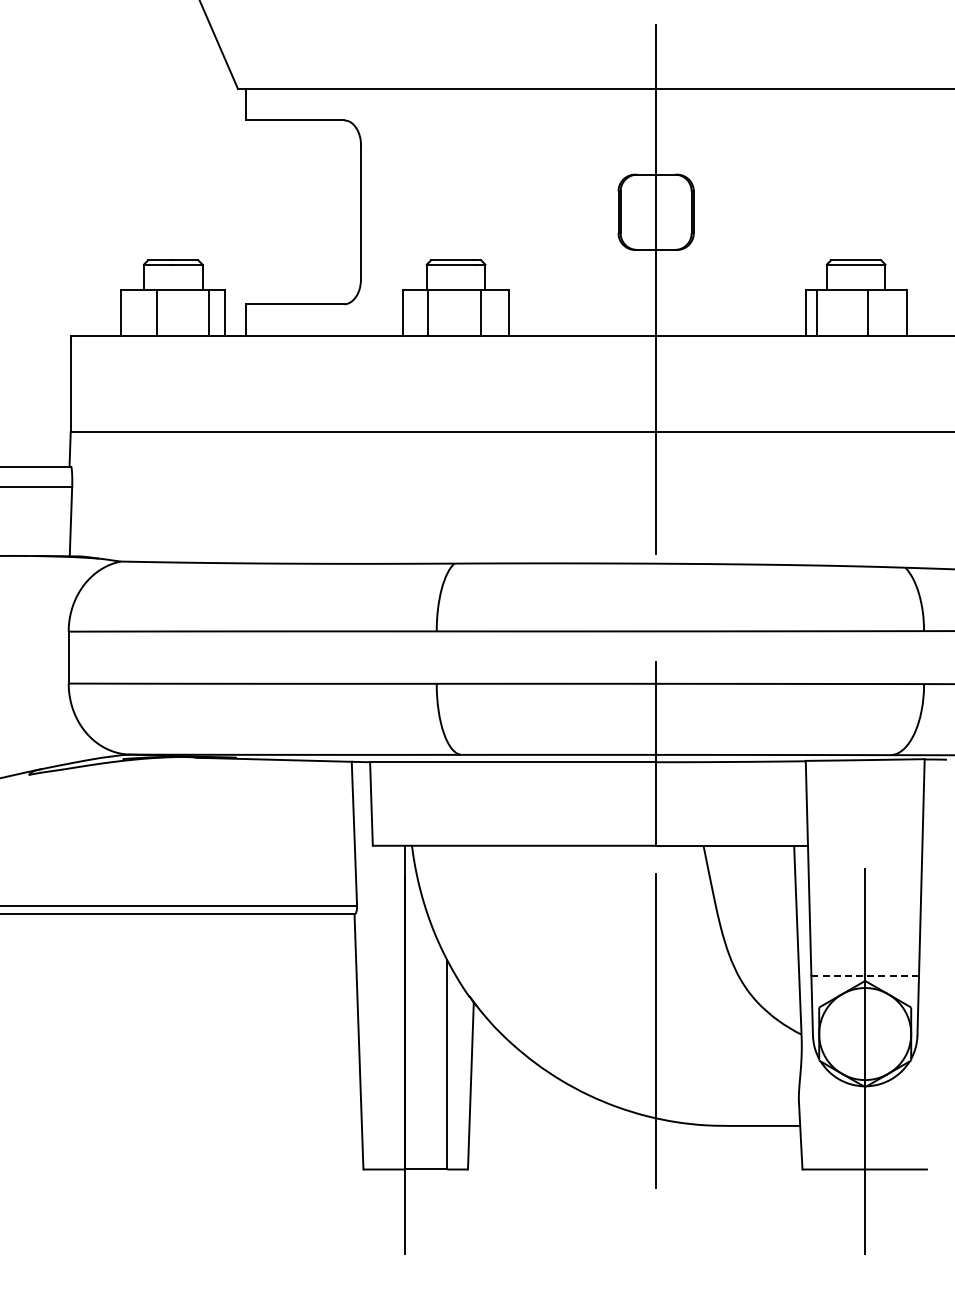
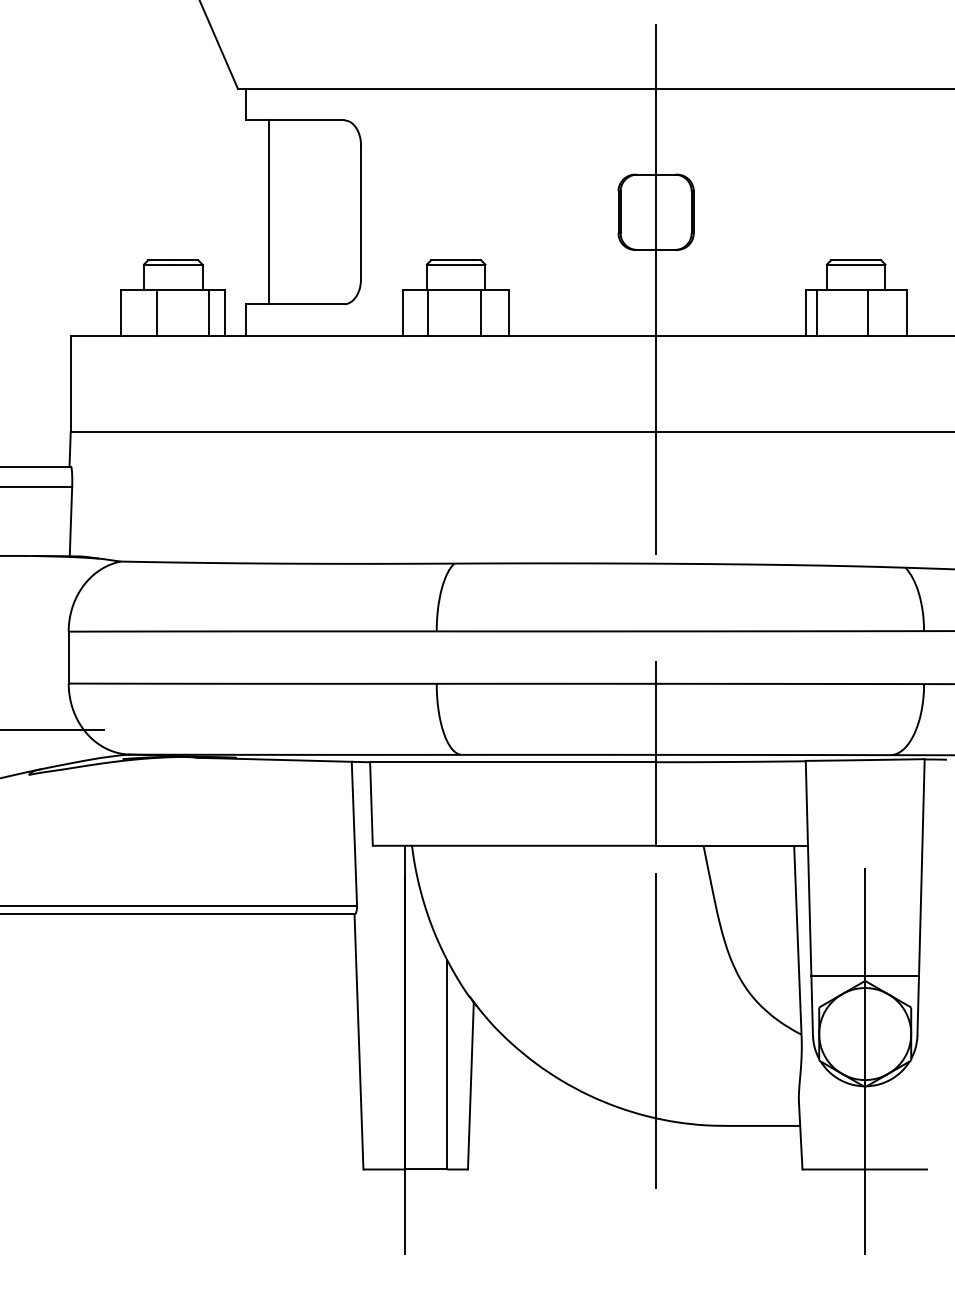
line at (269, 212): none -> present
line at (53, 730): none -> present
line at (865, 975): dashed -> solid
